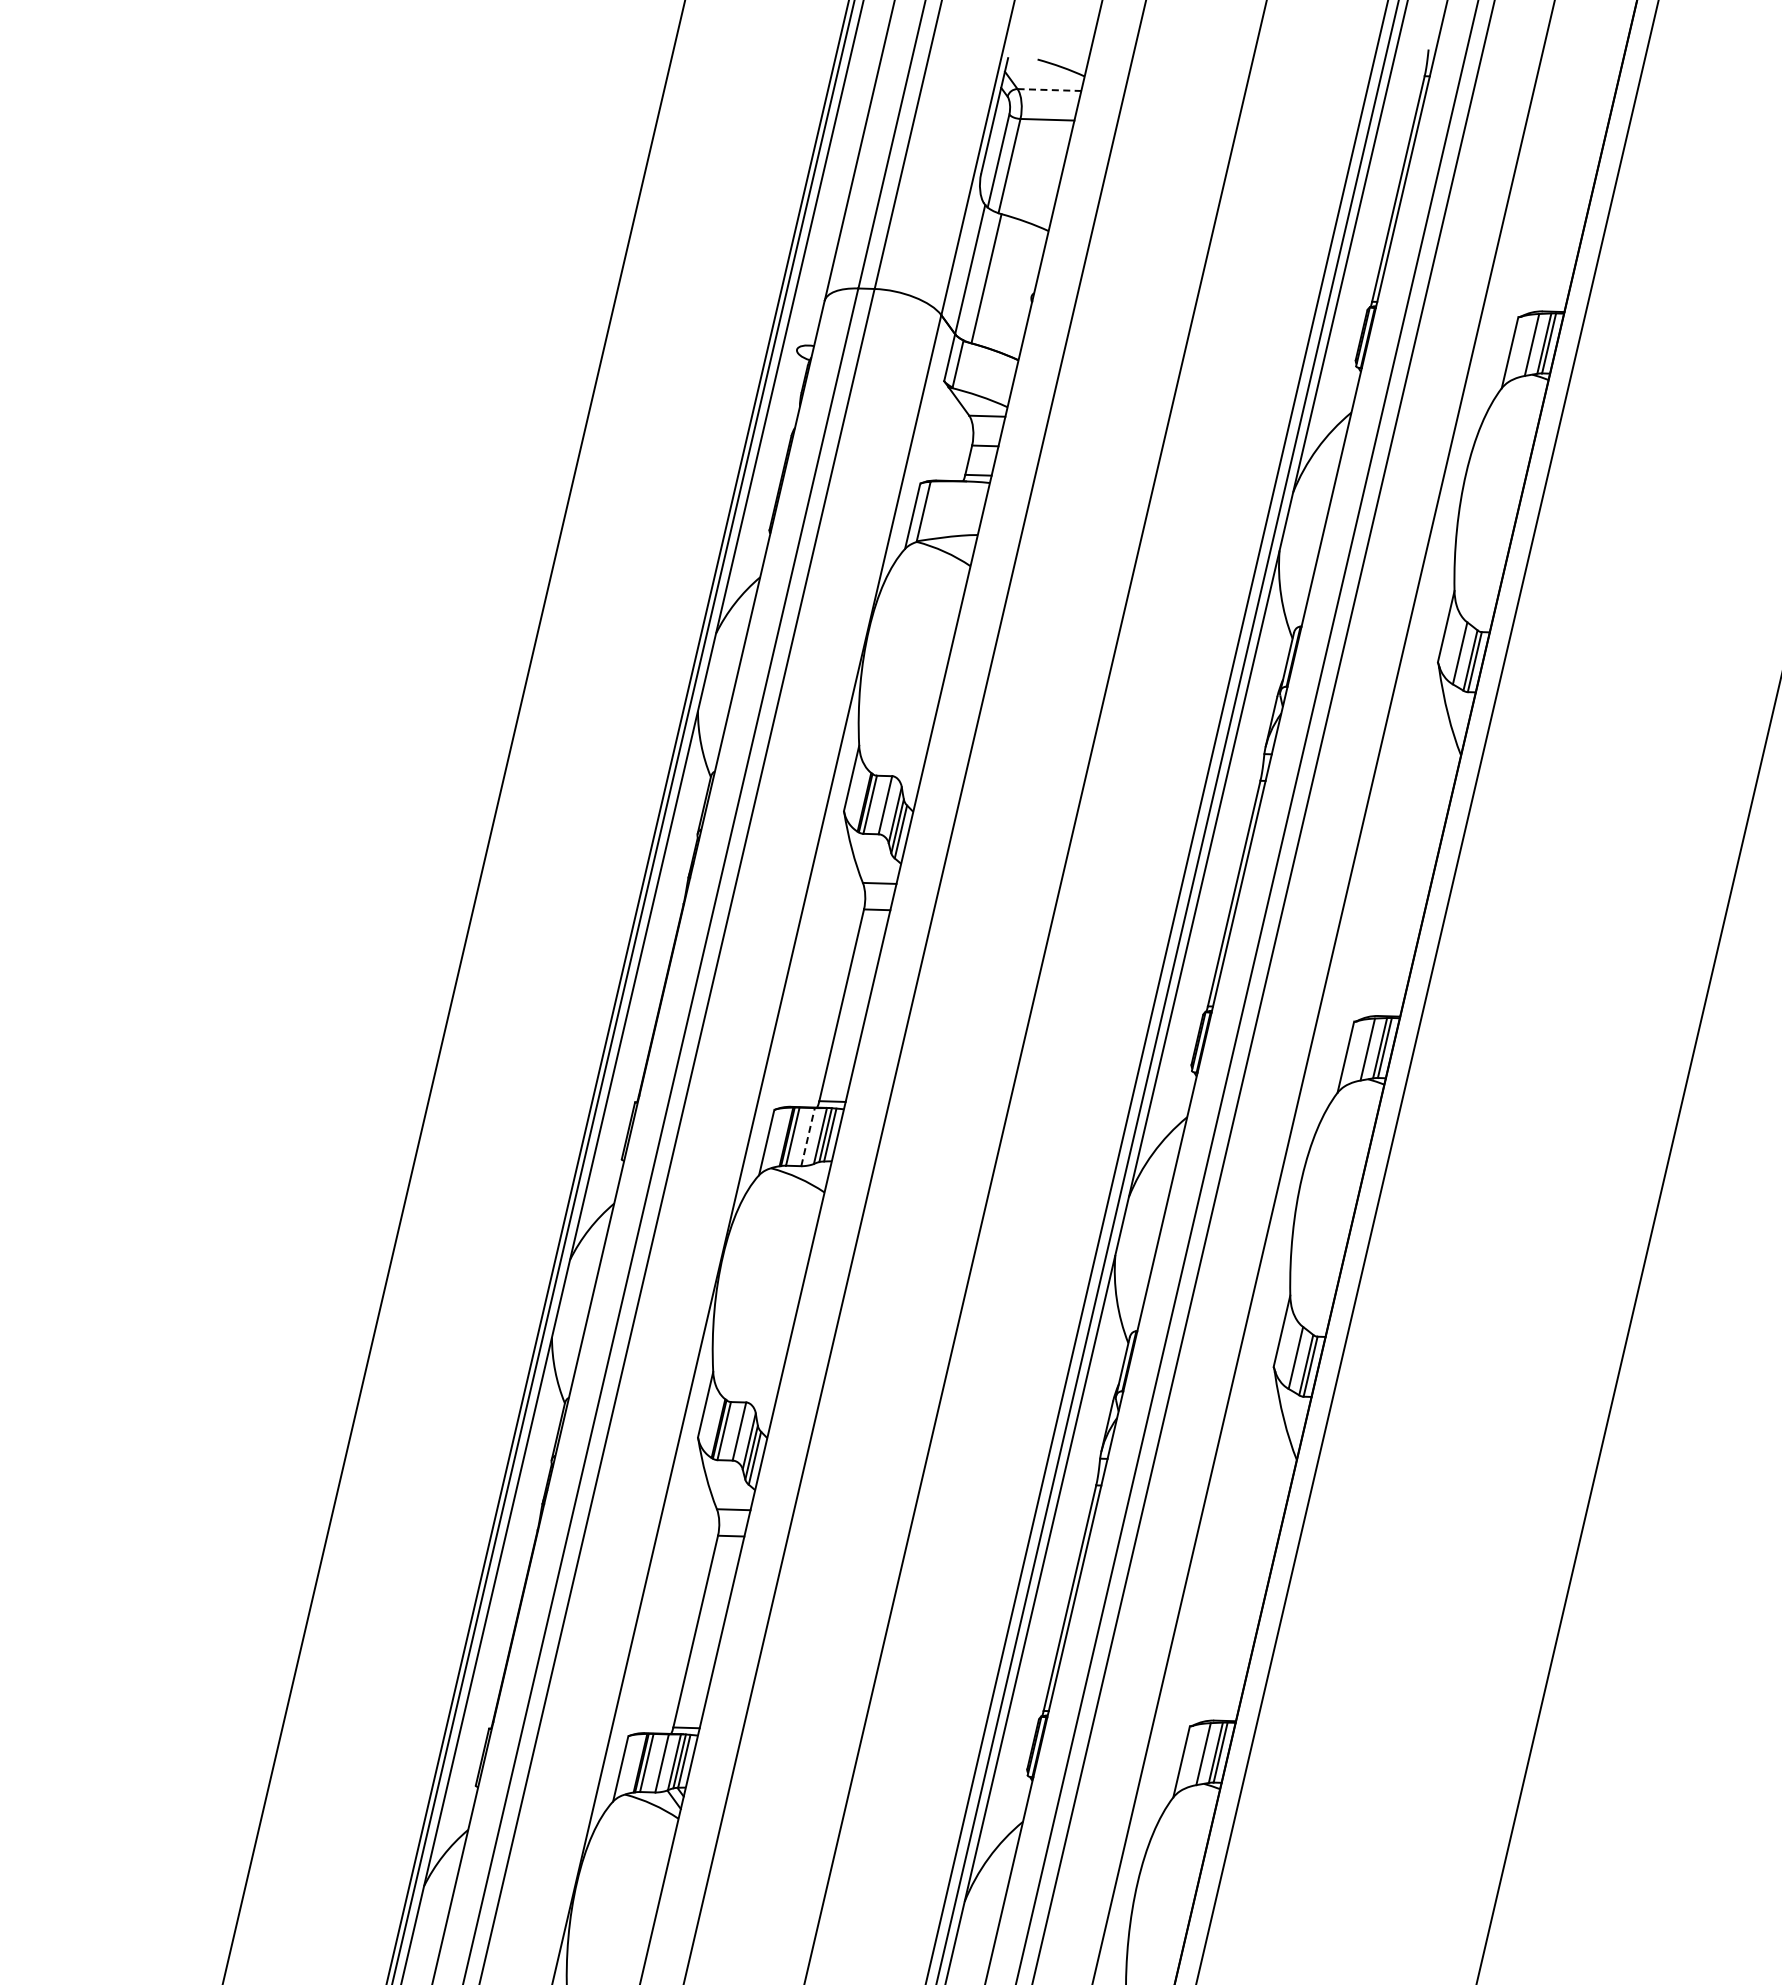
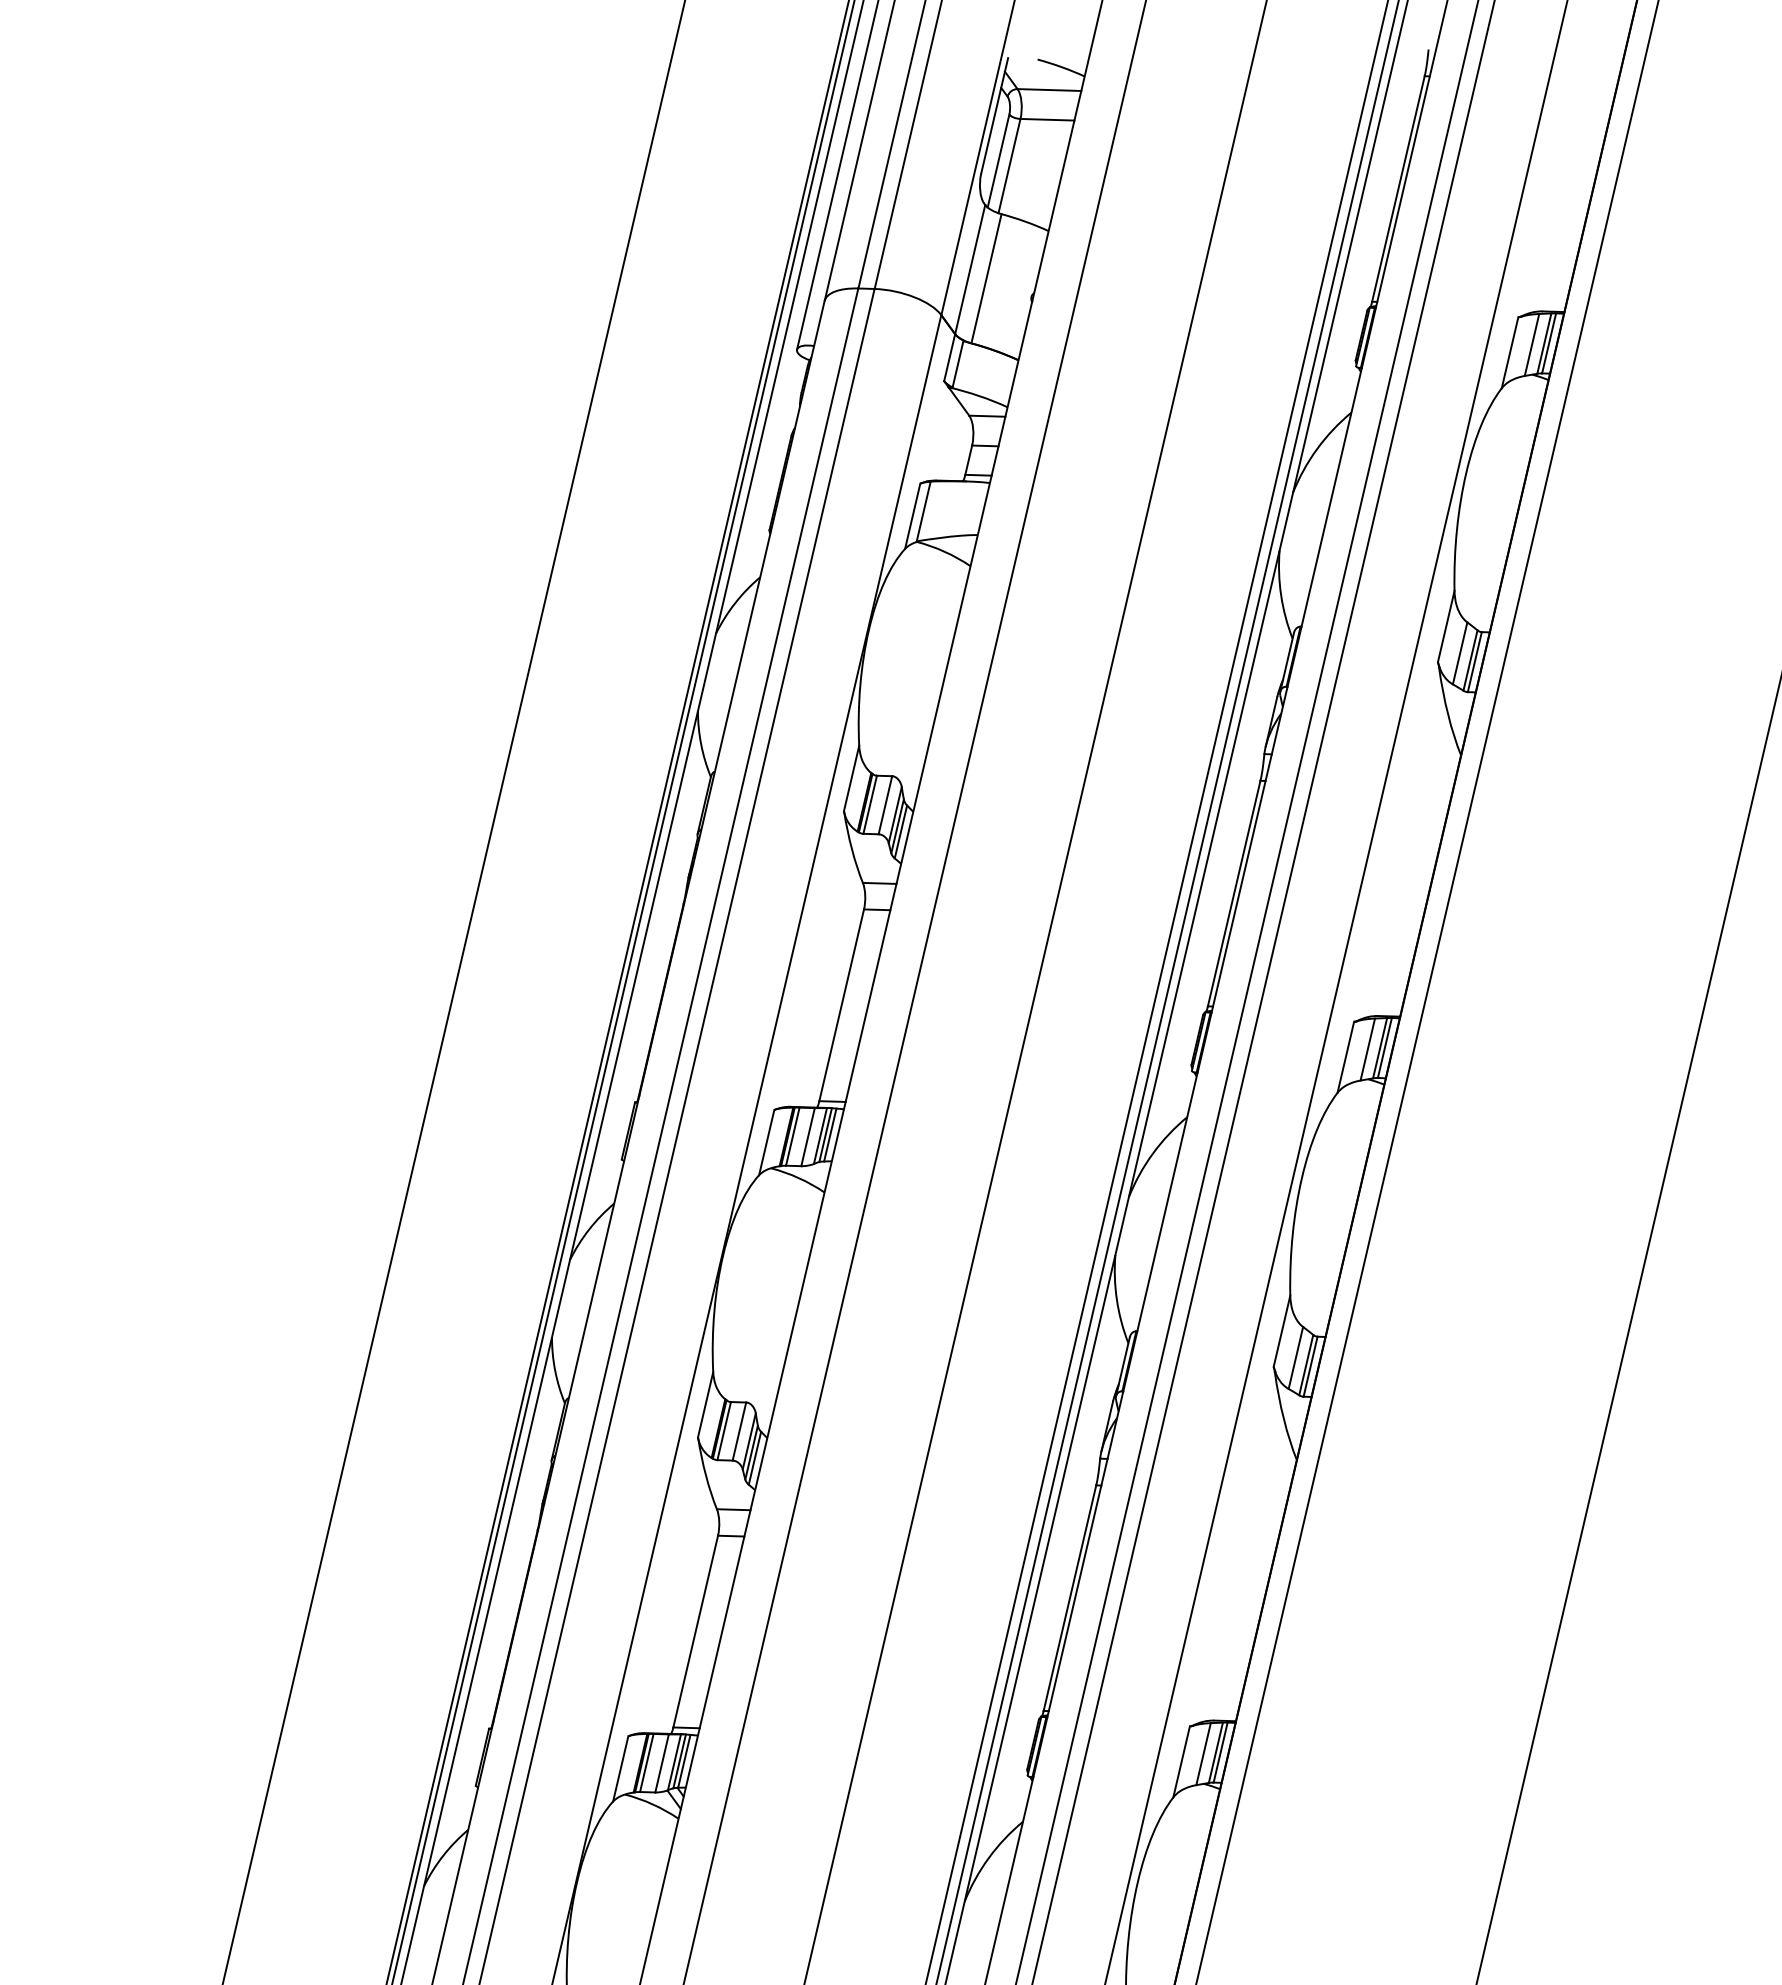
line at (1049, 90): dashed -> solid
line at (837, 175): none -> present
line at (1323, 991) position: (1323, 991) -> (1336, 991)
line at (808, 1137): dashed -> solid
